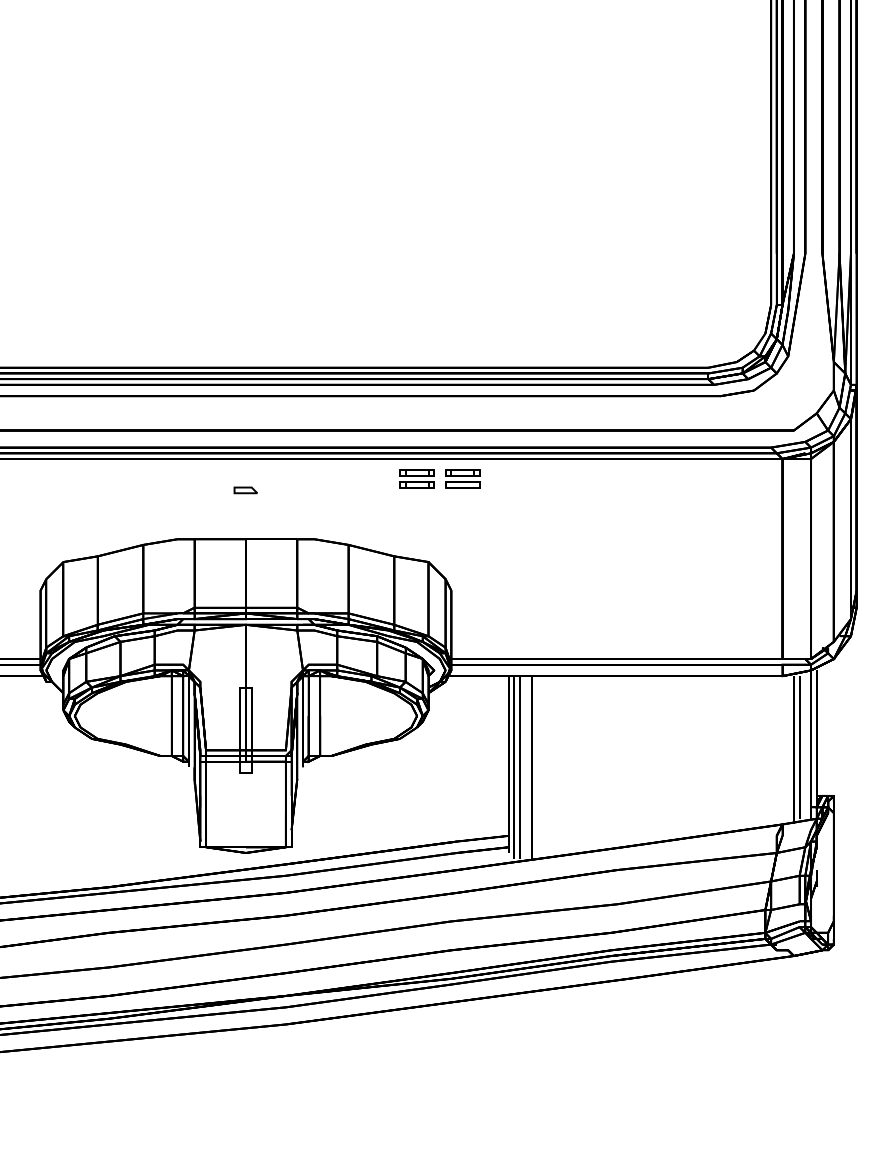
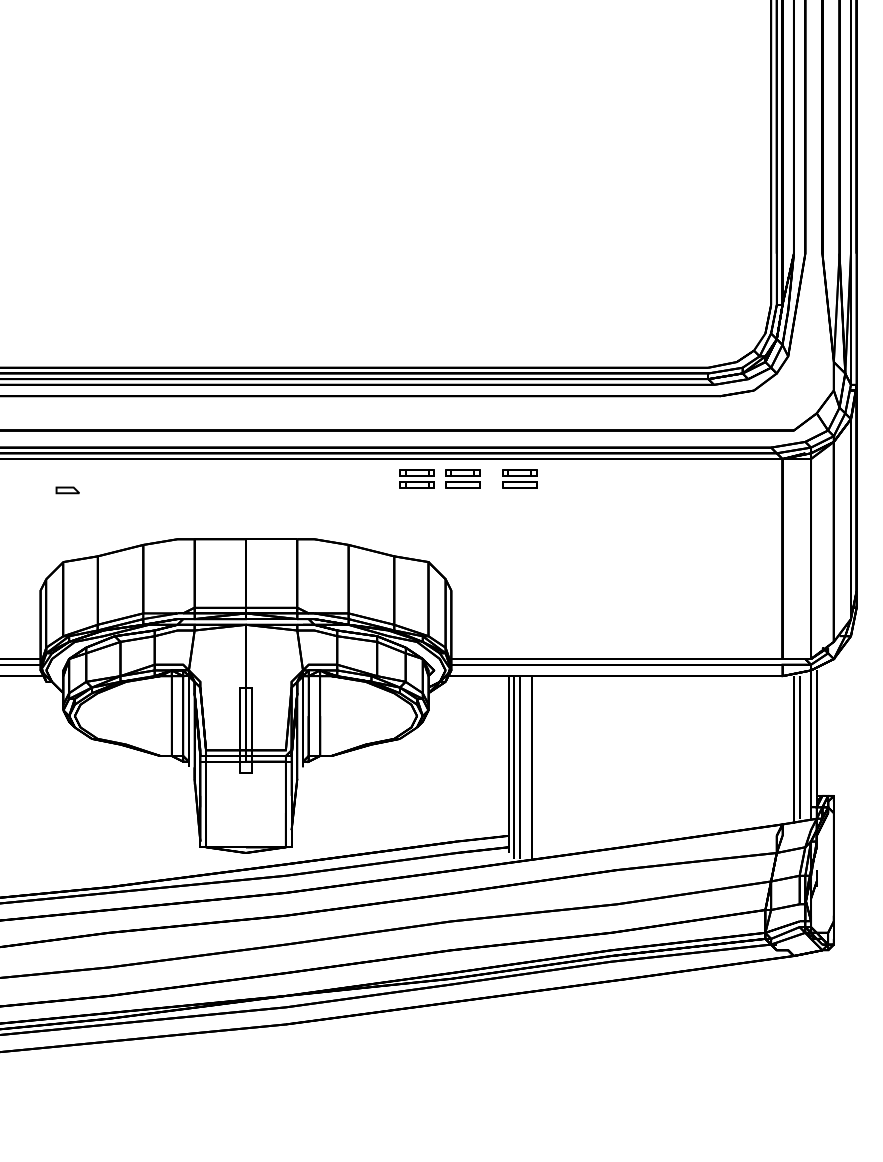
part at (519, 478): none -> present
part at (245, 490) position: (245, 490) -> (67, 490)
